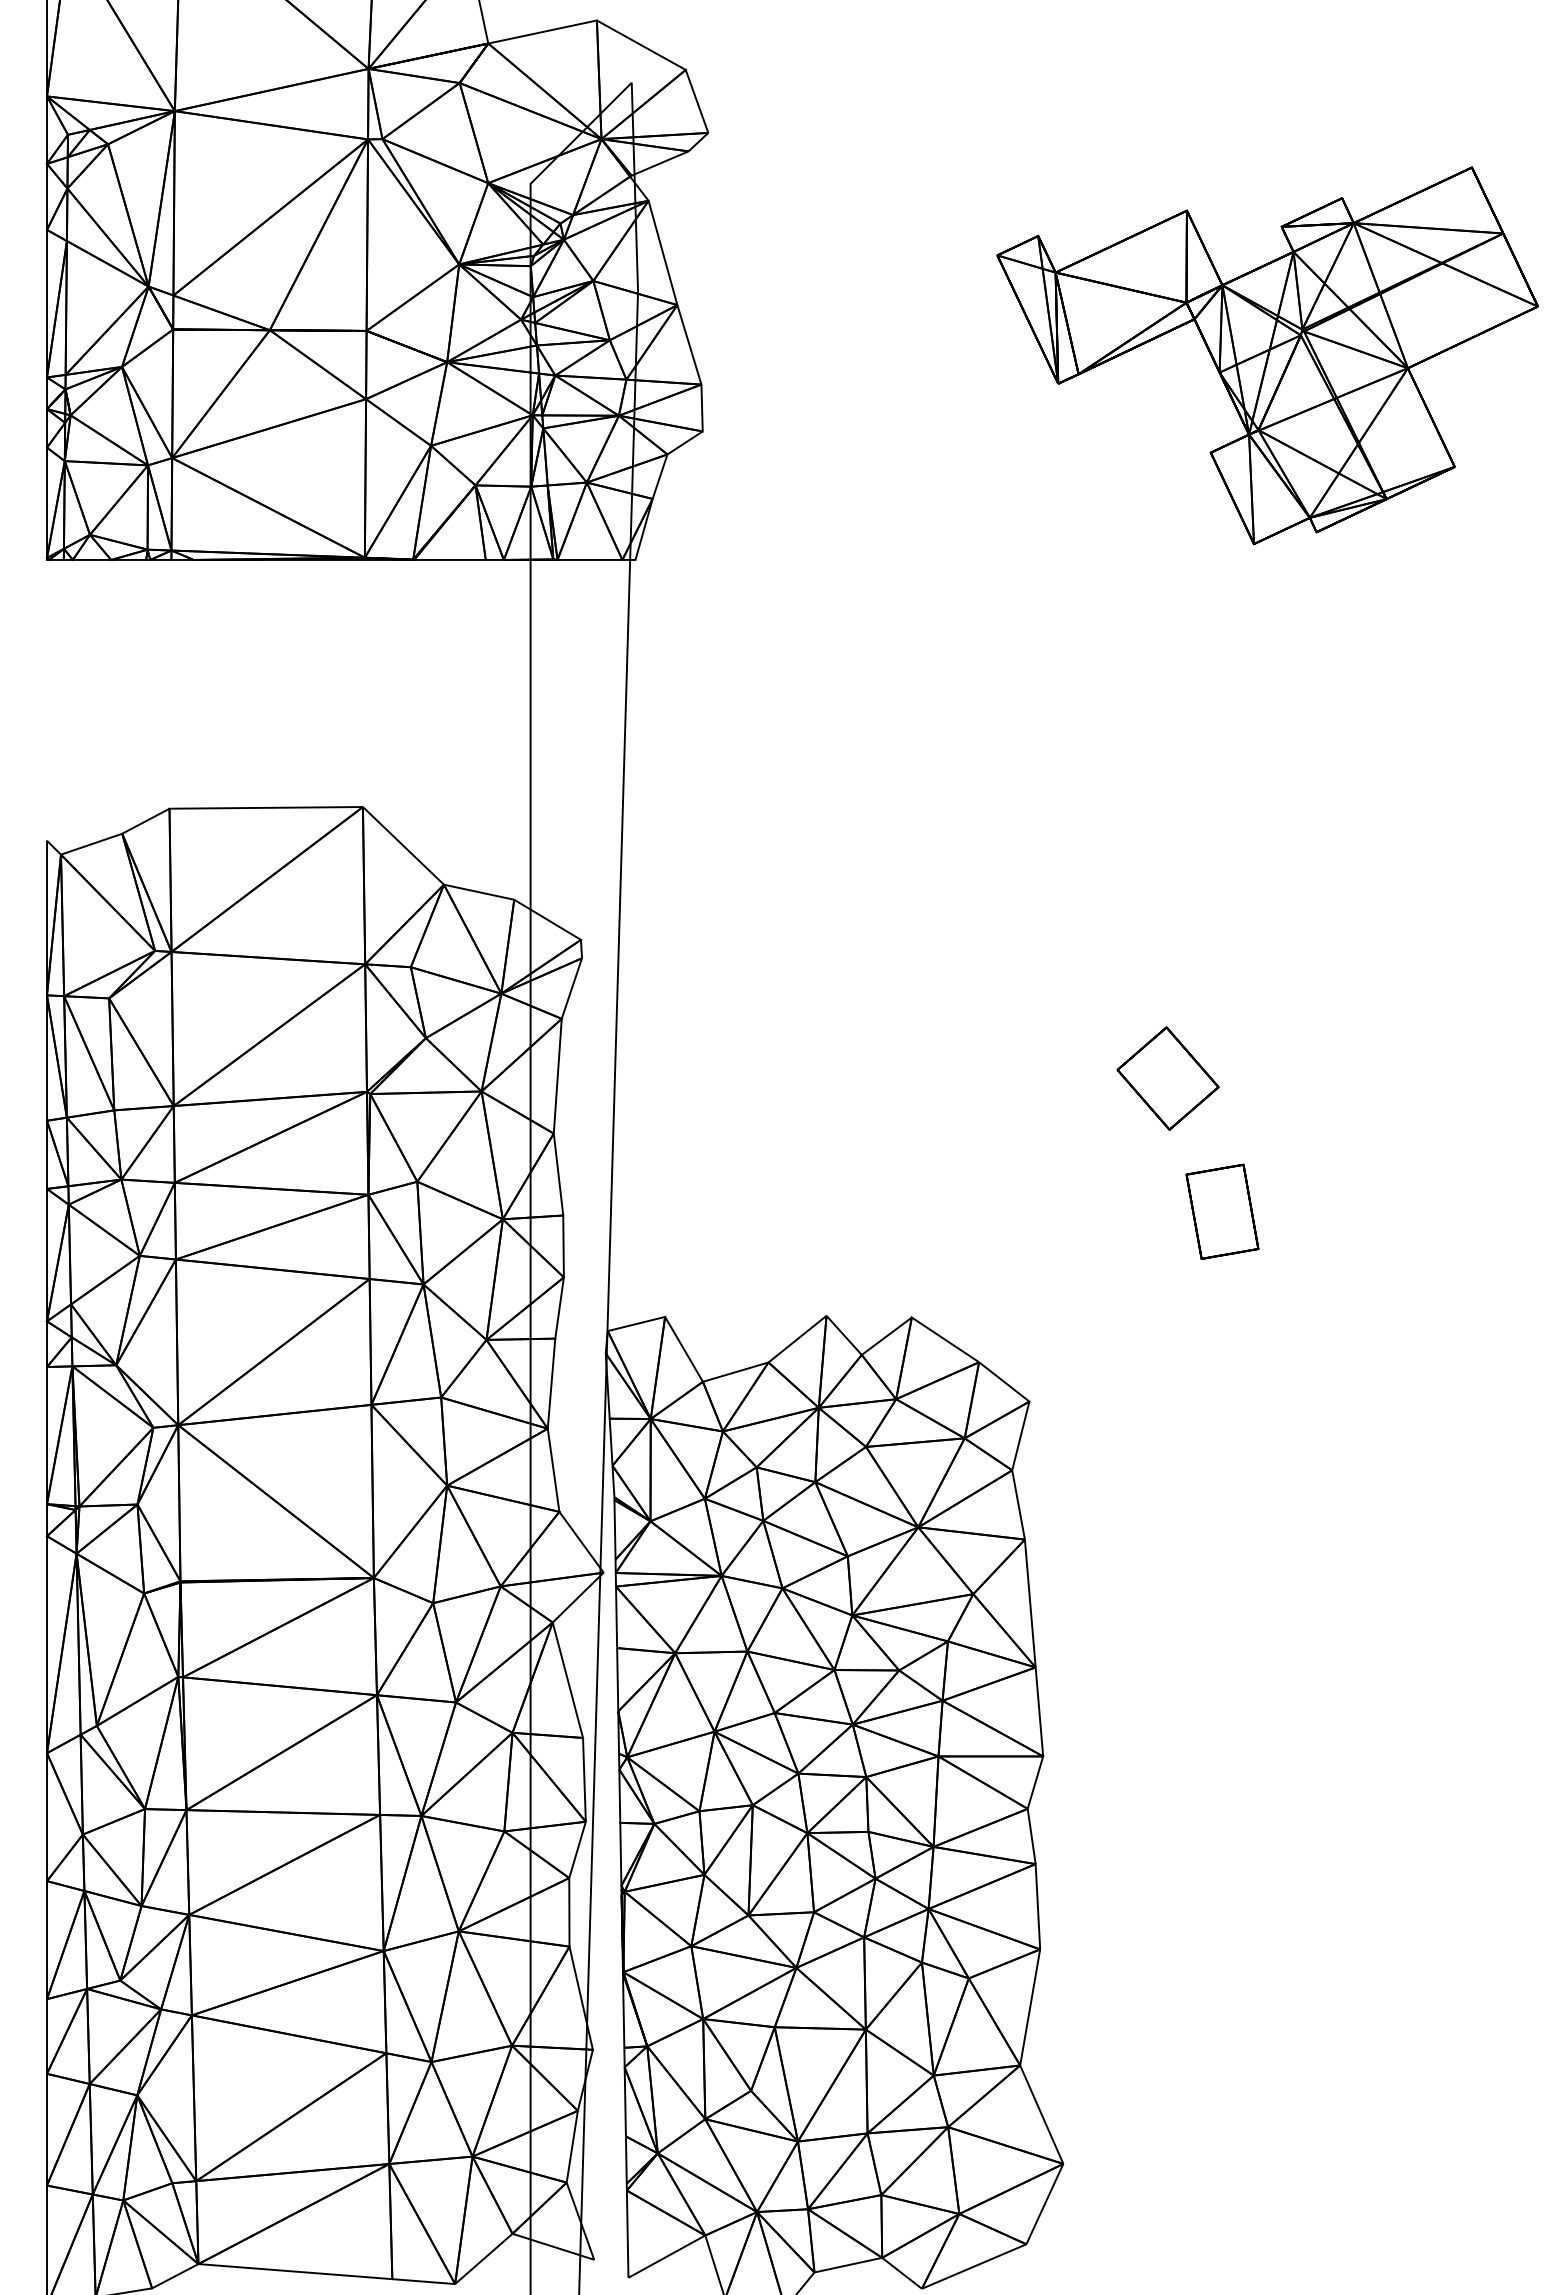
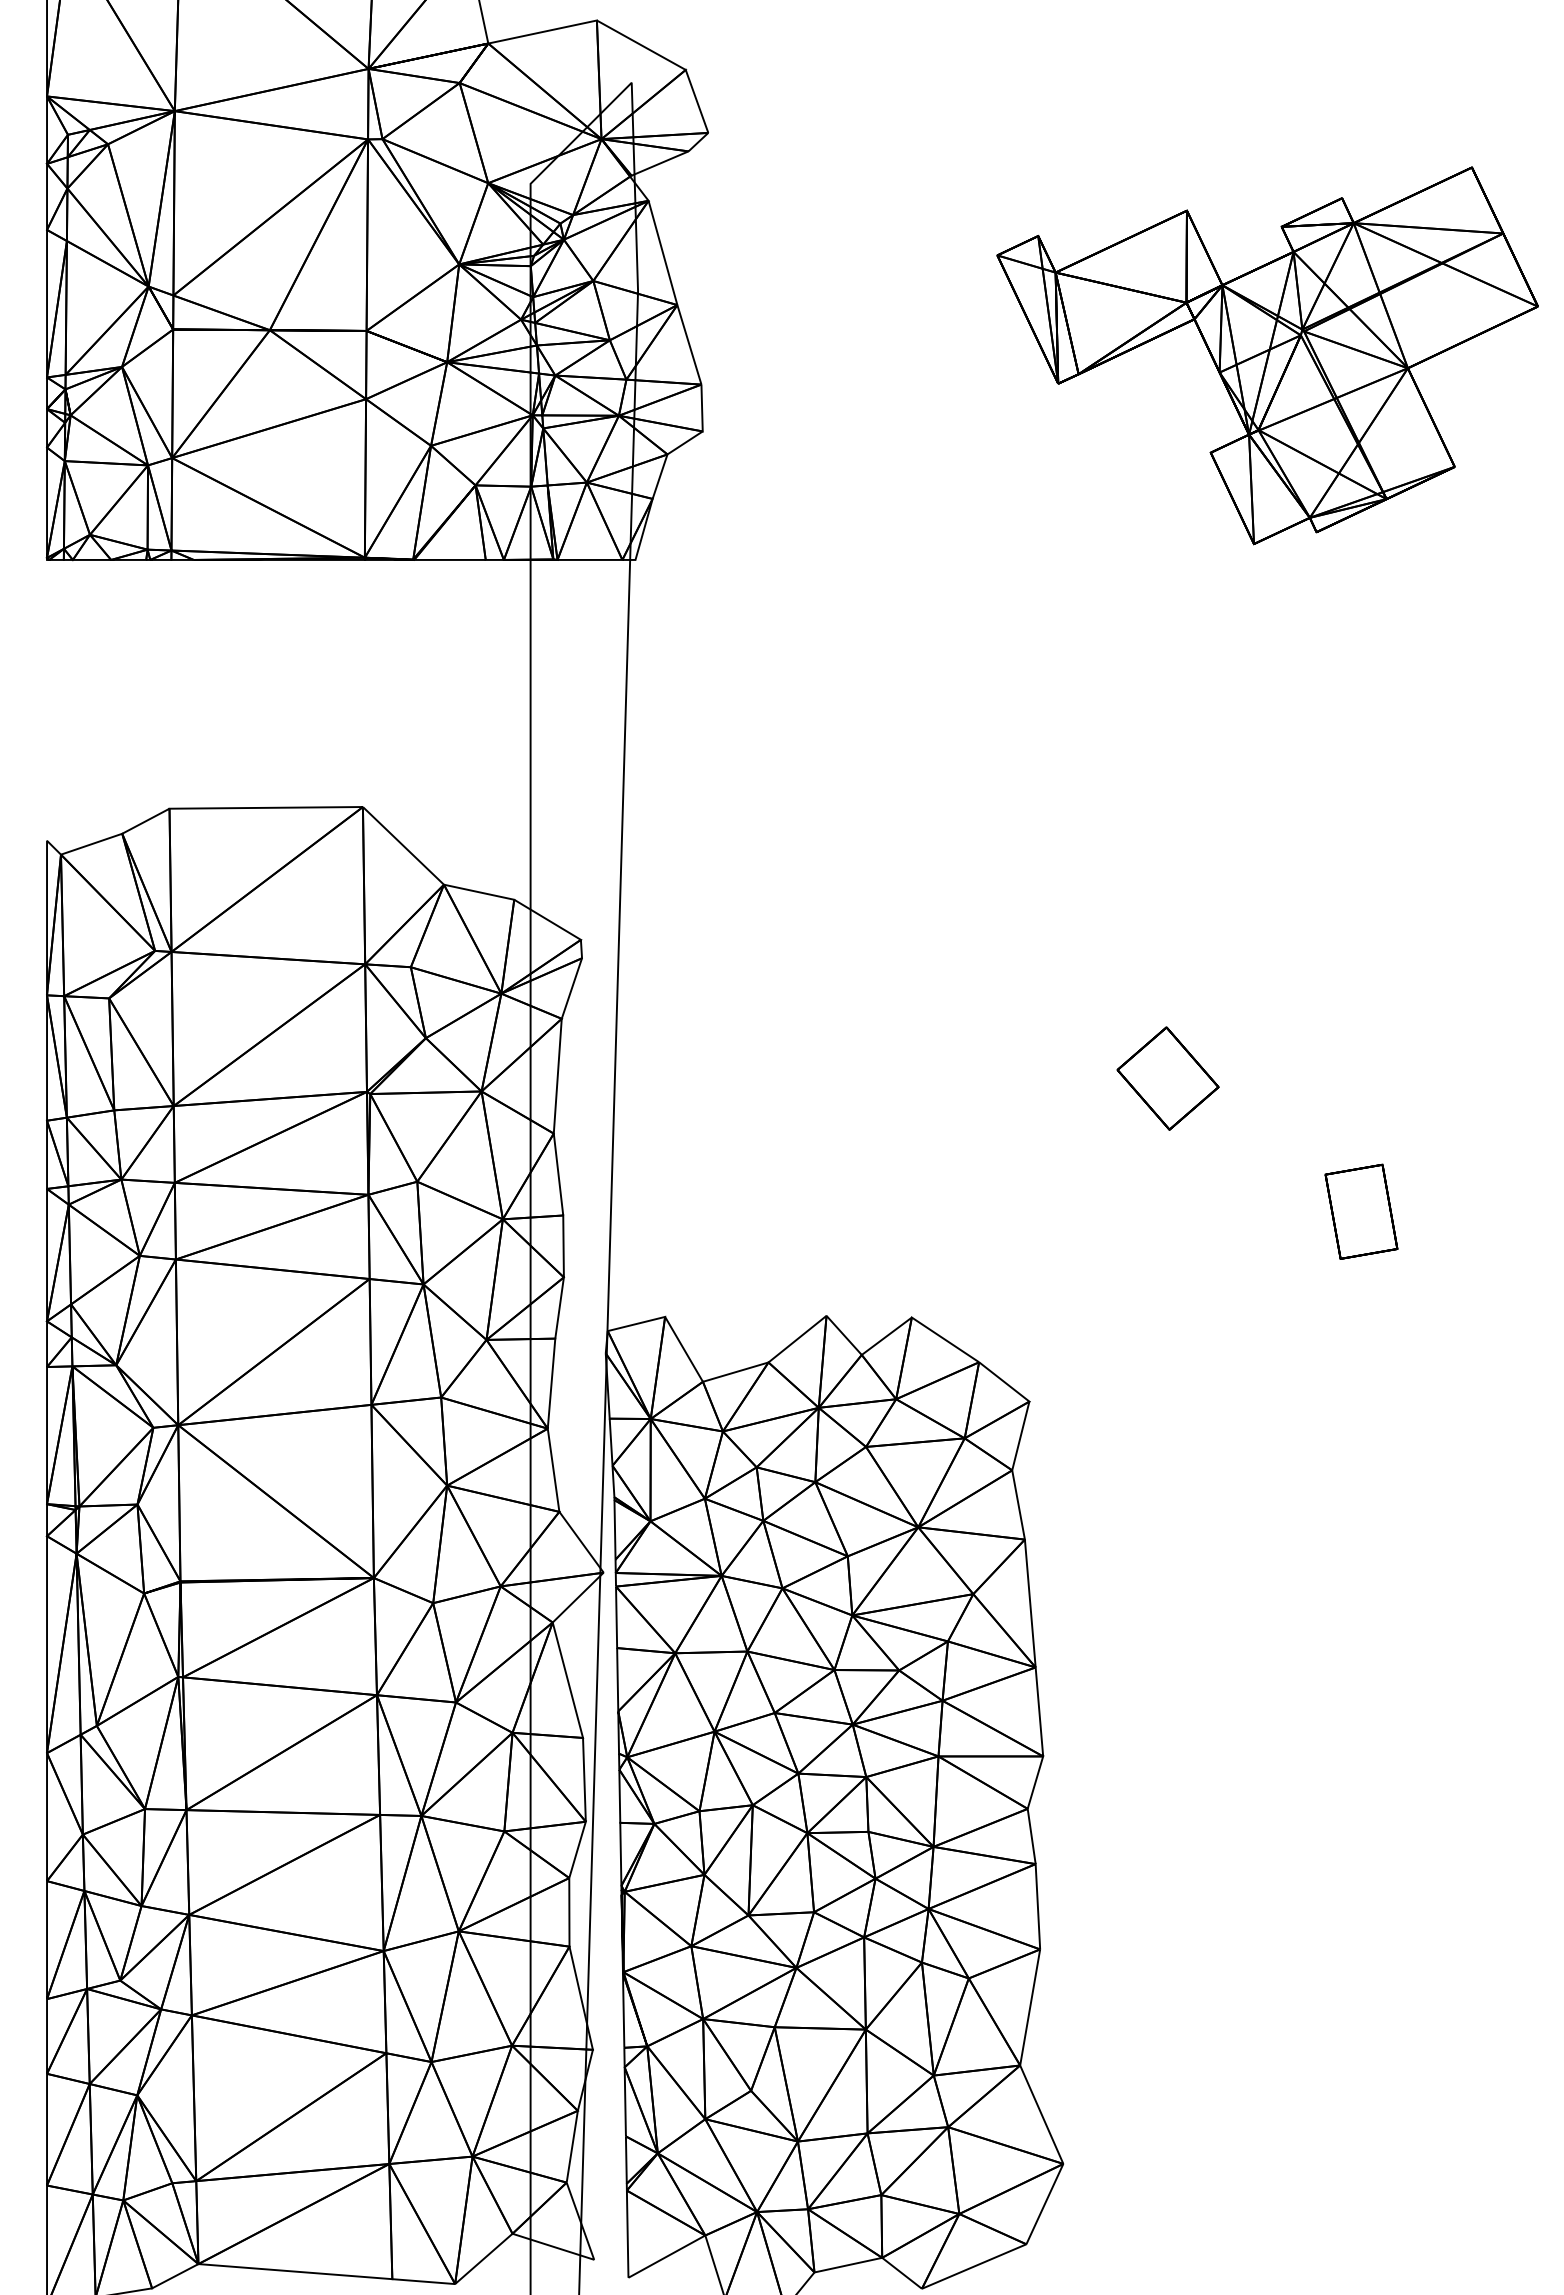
part at (1222, 1211) position: (1222, 1211) -> (1361, 1211)
